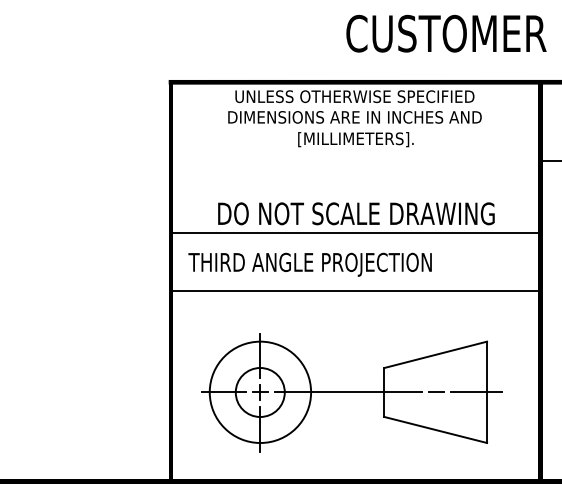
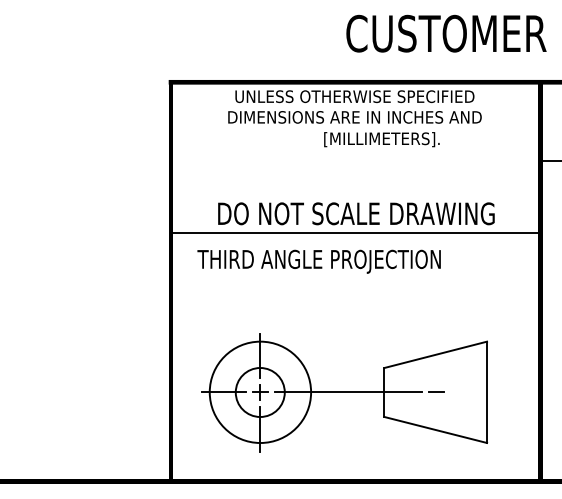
text at (355, 139) position: (355, 139) -> (381, 139)
text at (309, 264) position: (309, 264) -> (318, 261)
line at (355, 290): present -> none
line at (476, 392): present -> none
